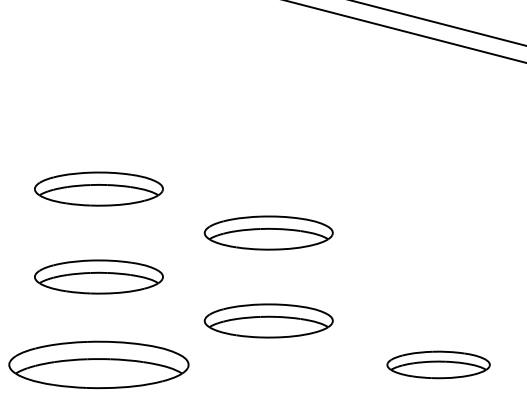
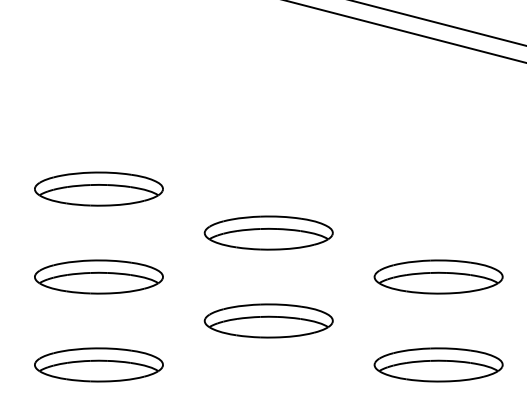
part at (438, 276): none -> present
part at (98, 364) size: 182x50 px -> 130x36 px
part at (438, 364) size: 105x30 px -> 131x36 px
